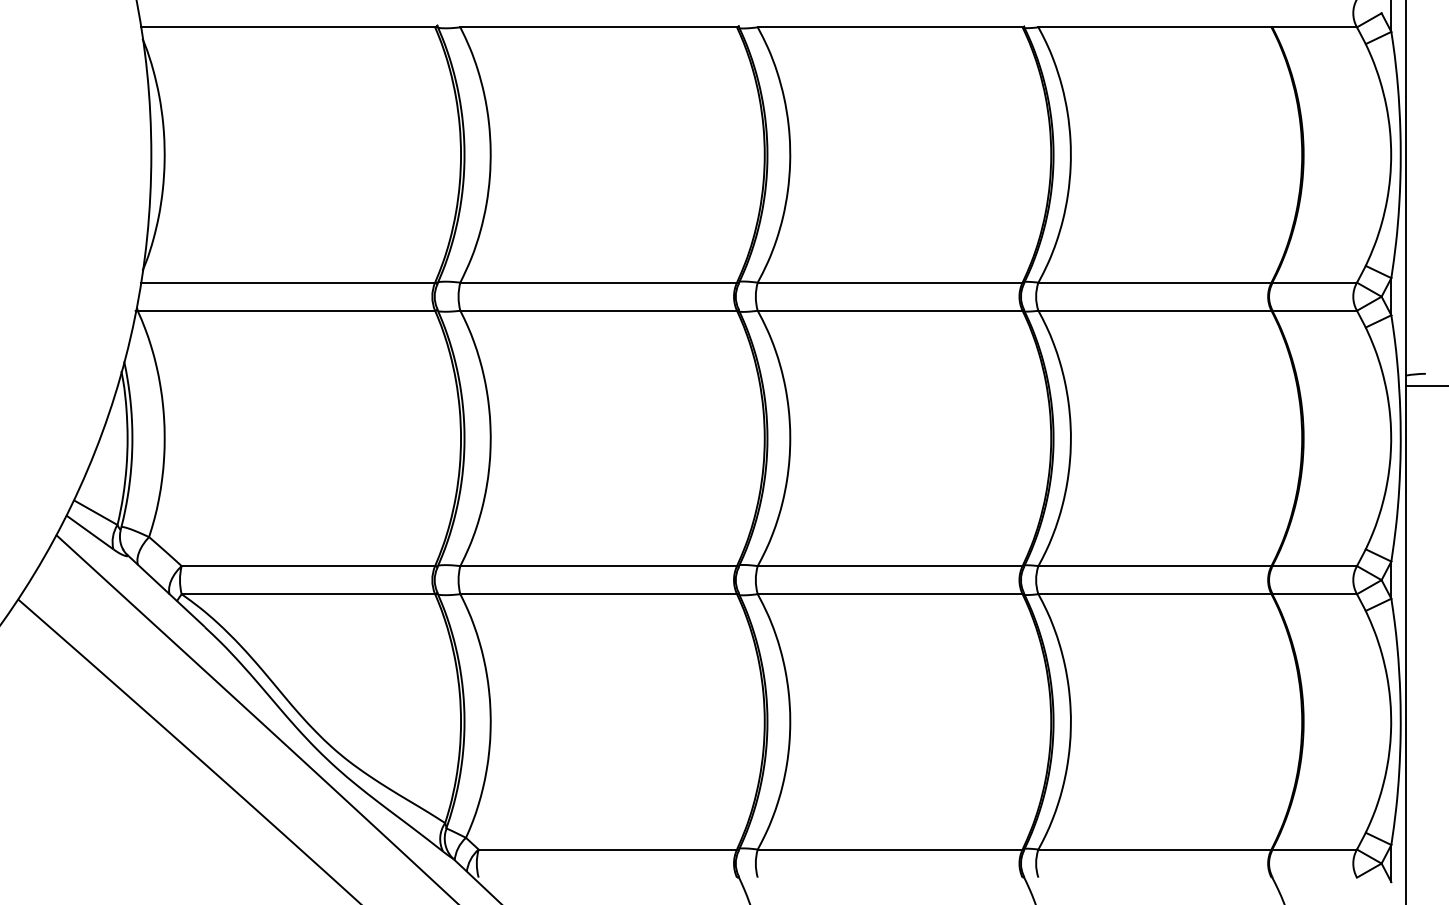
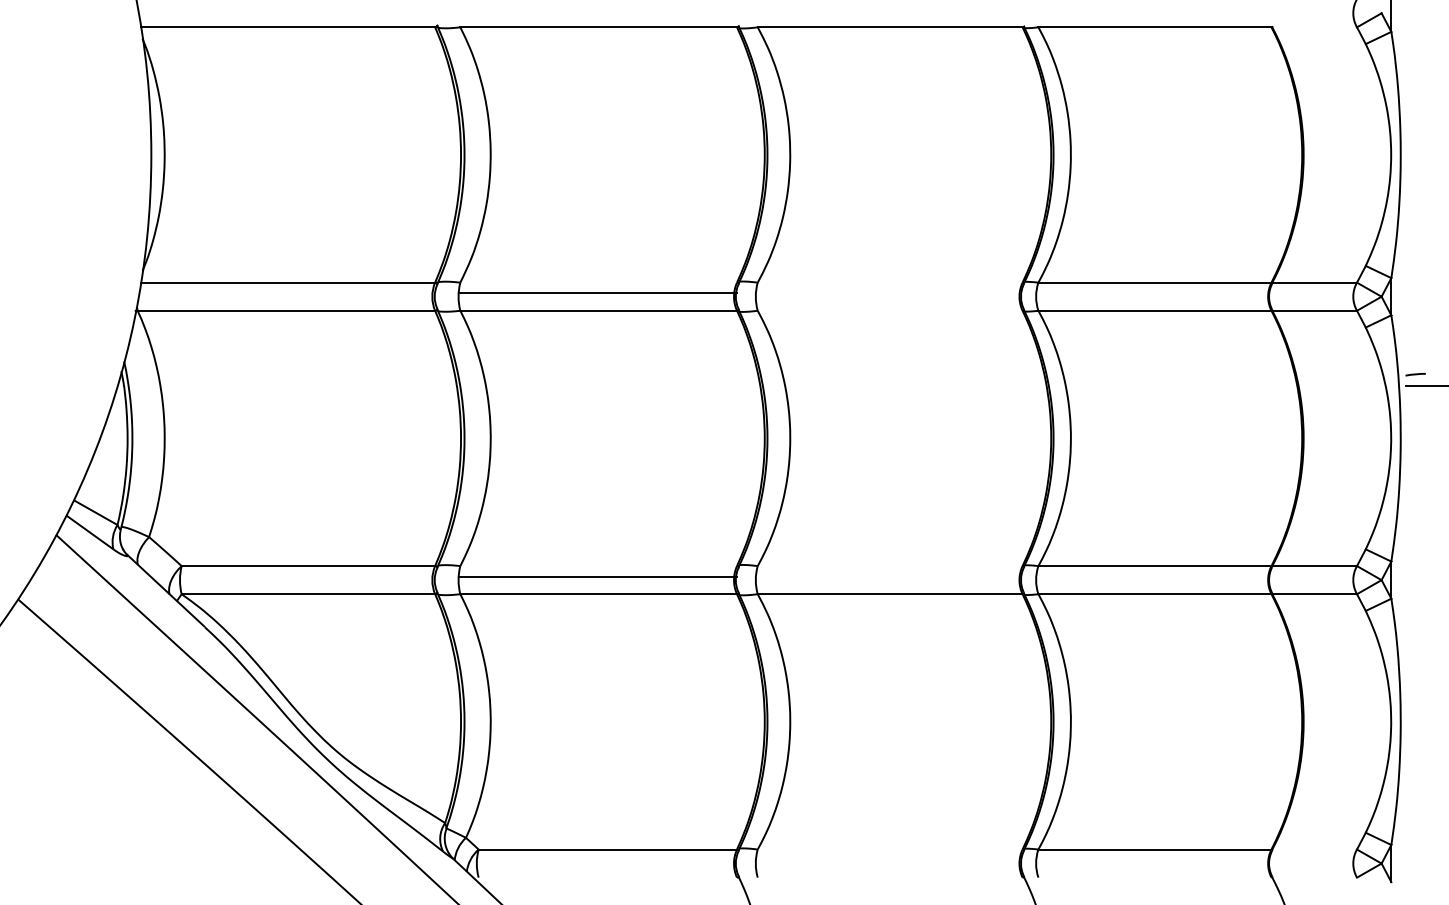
line at (1314, 27): present -> none
line at (598, 282) position: (598, 282) -> (598, 292)
line at (889, 282): present -> none
line at (889, 310): present -> none
line at (1405, 451): present -> none
line at (598, 566) position: (598, 566) -> (598, 577)
line at (889, 566): present -> none
line at (889, 849): present -> none
line at (1314, 849): present -> none
